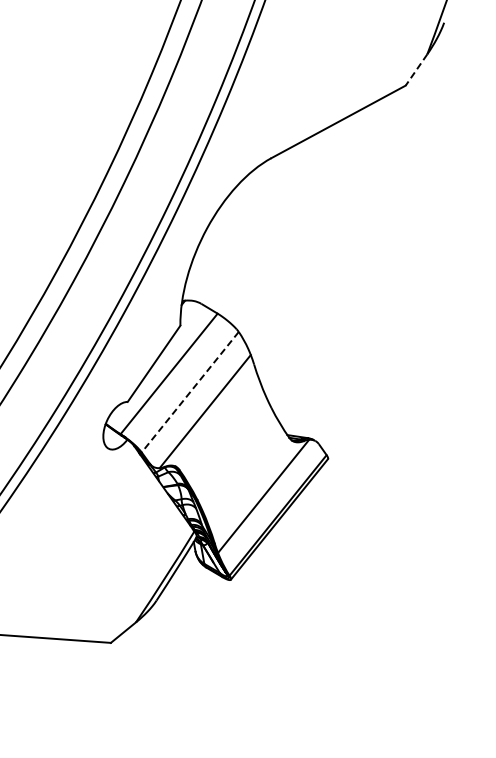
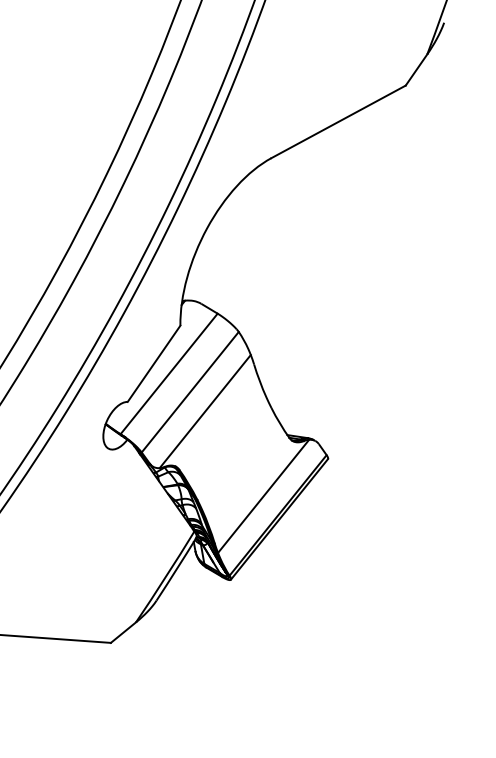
line at (416, 69): dashed -> solid
line at (189, 392): dashed -> solid
